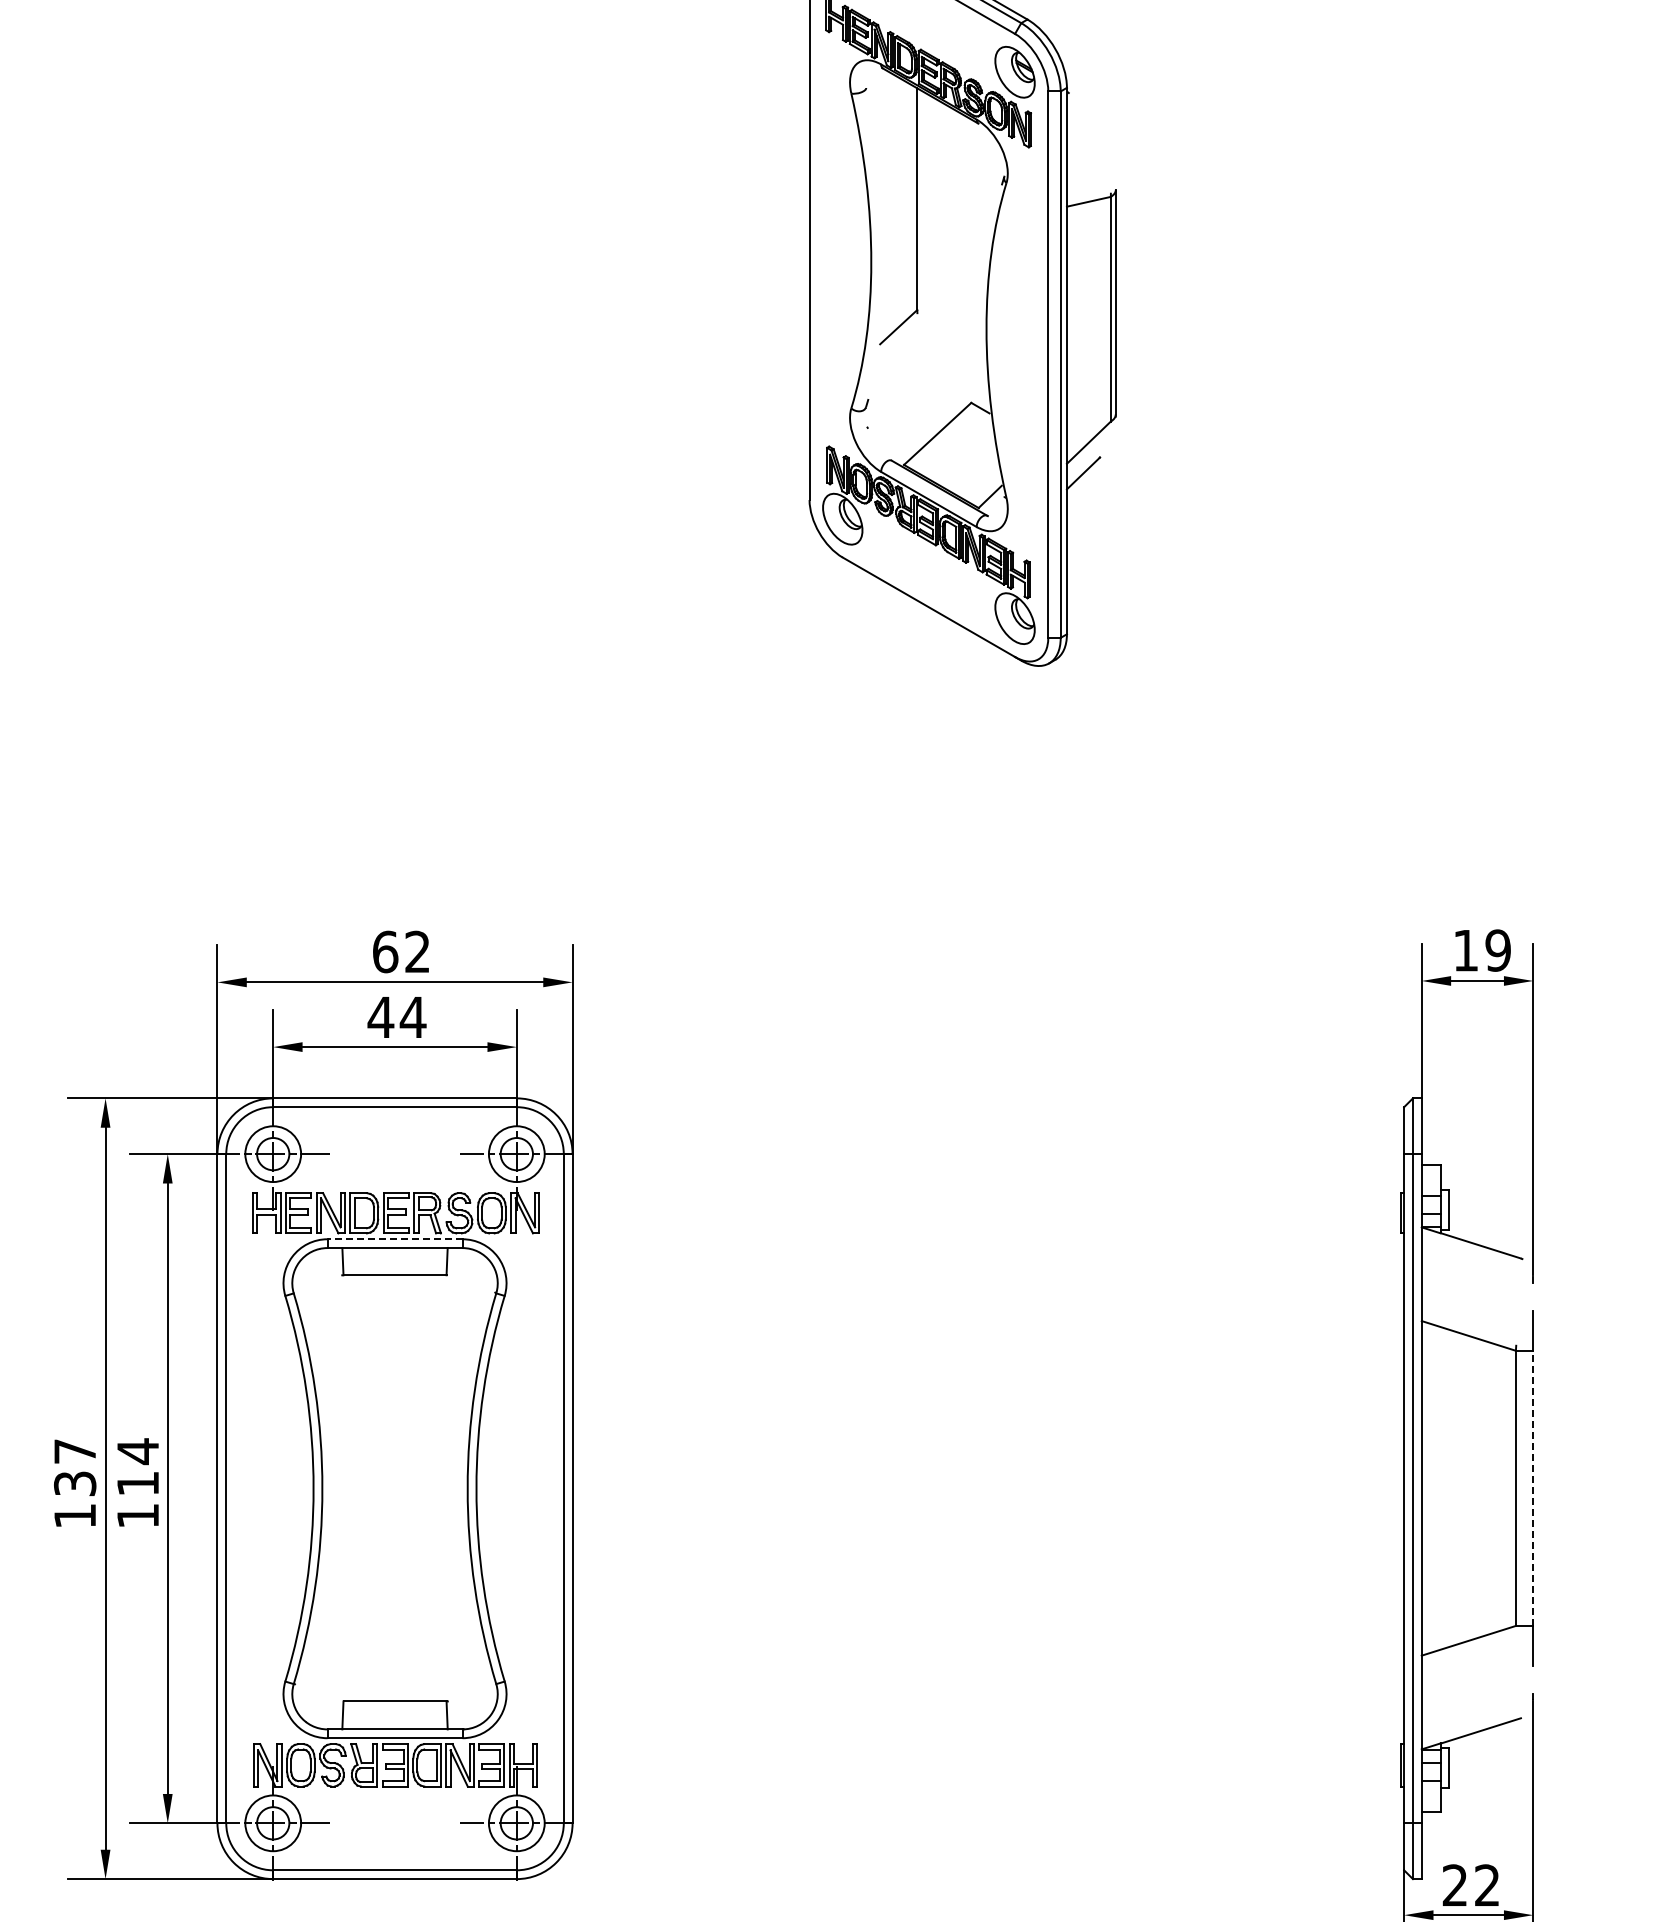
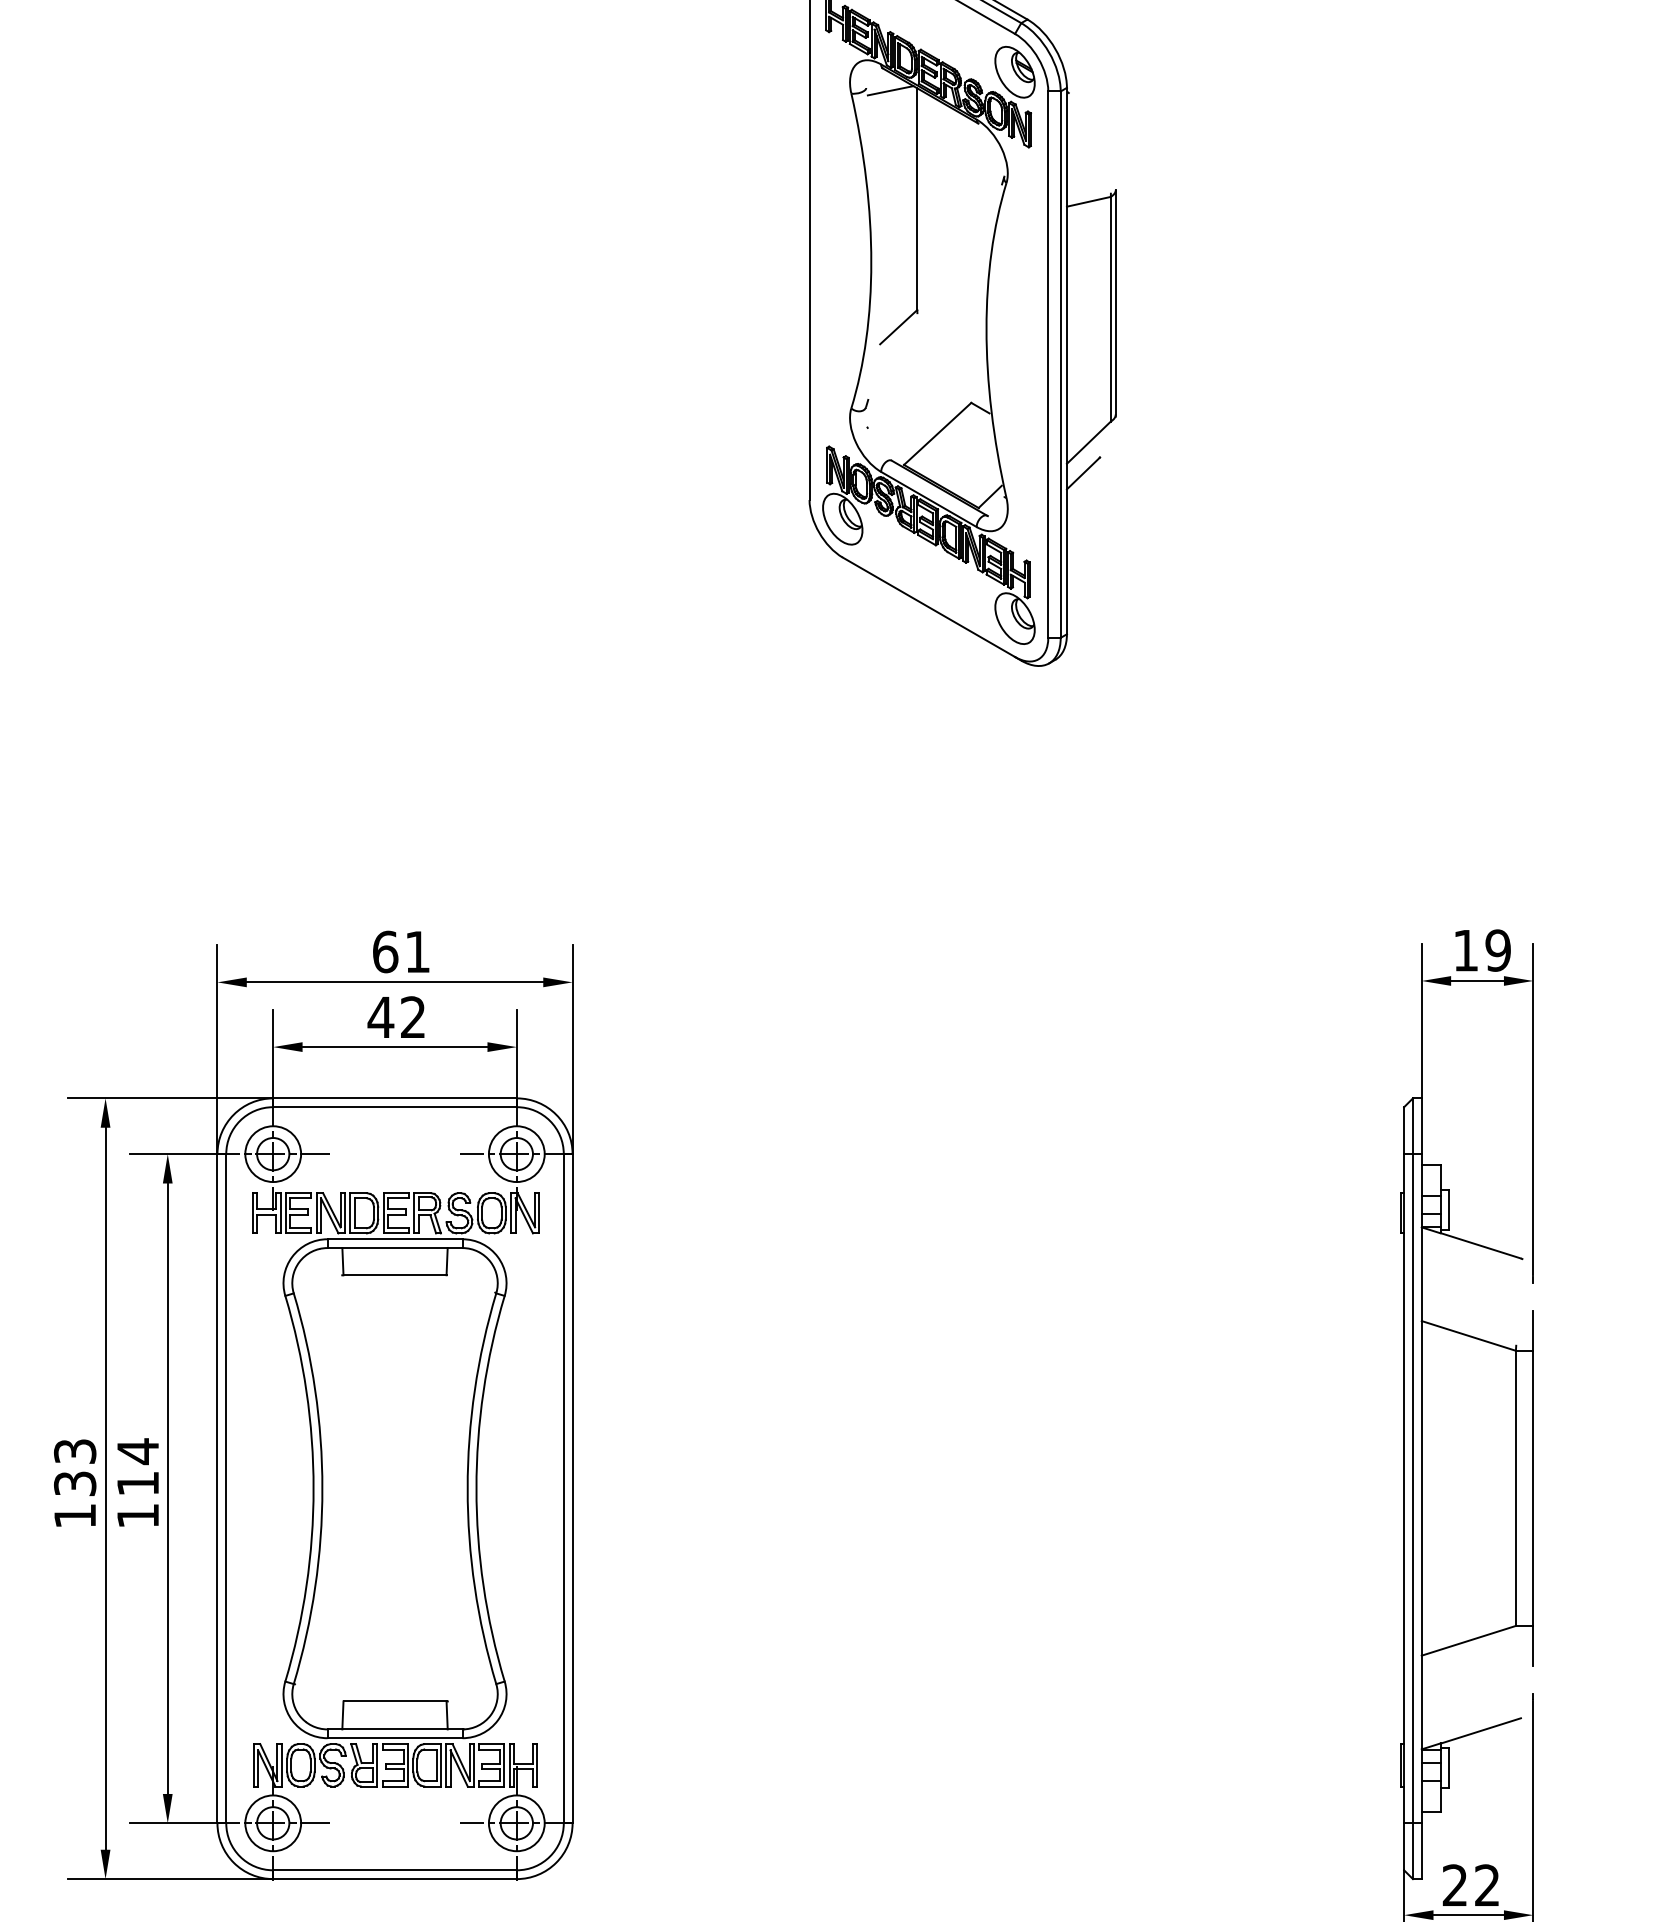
line at (890, 90): none -> present
text at (417, 951): 62 -> 61
text at (412, 1016): 44 -> 42
line at (395, 1239): dashed -> solid
text at (75, 1451): 137 -> 133
line at (1533, 1488): dashed -> solid
